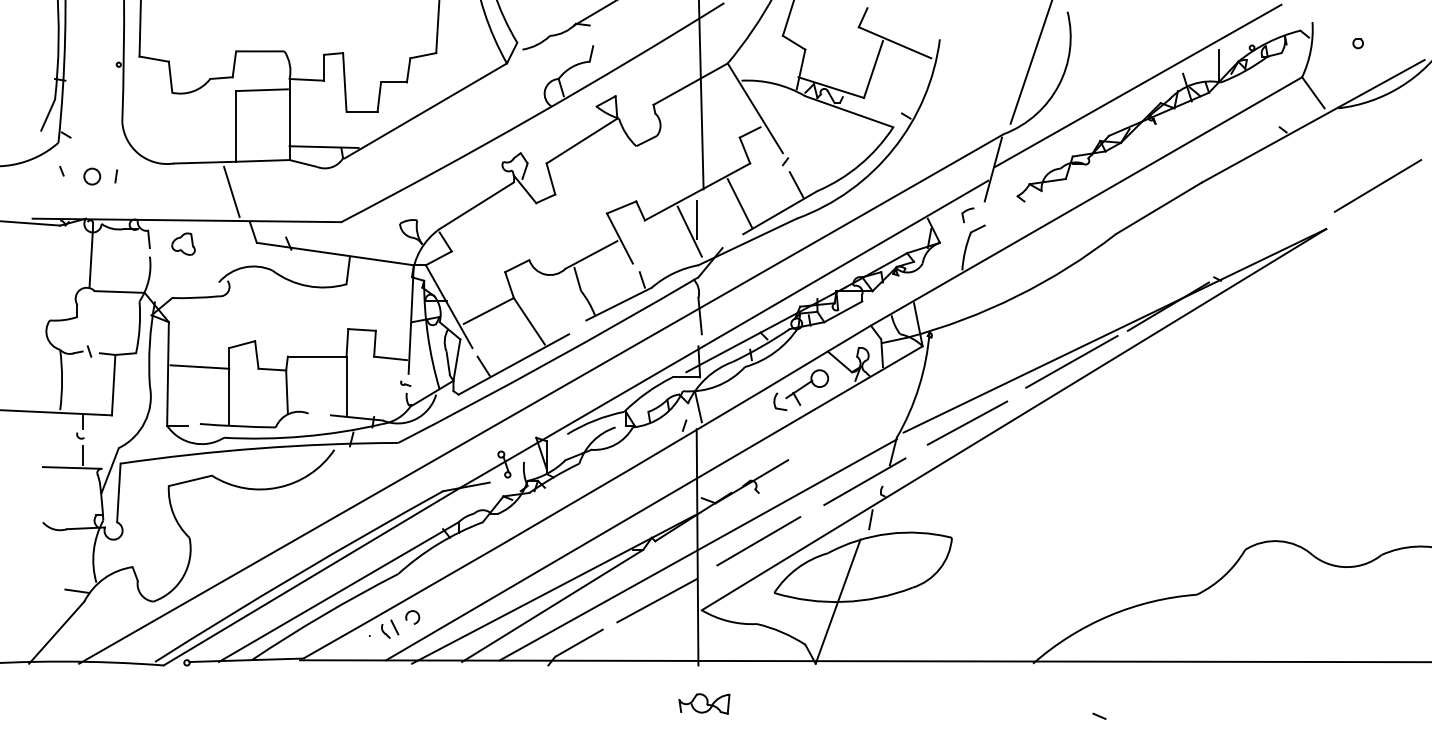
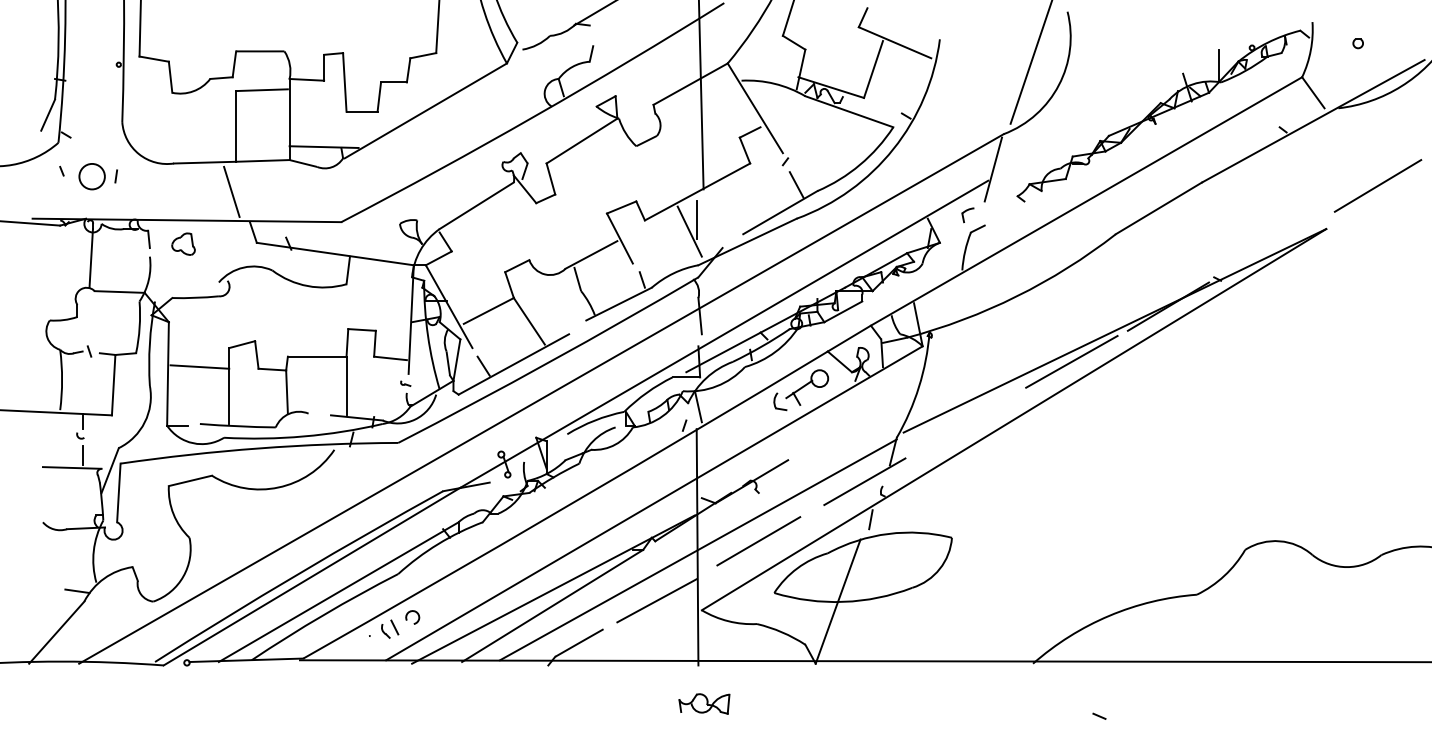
line at (1138, 85): present -> none
circle at (92, 176) size: 19x19 px -> 28x28 px
line at (739, 203): present -> none
line at (967, 422): present -> none
